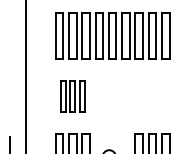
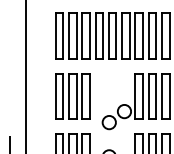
part at (72, 96) size: 26x33 px -> 36x47 px
part at (135, 101): none -> present
